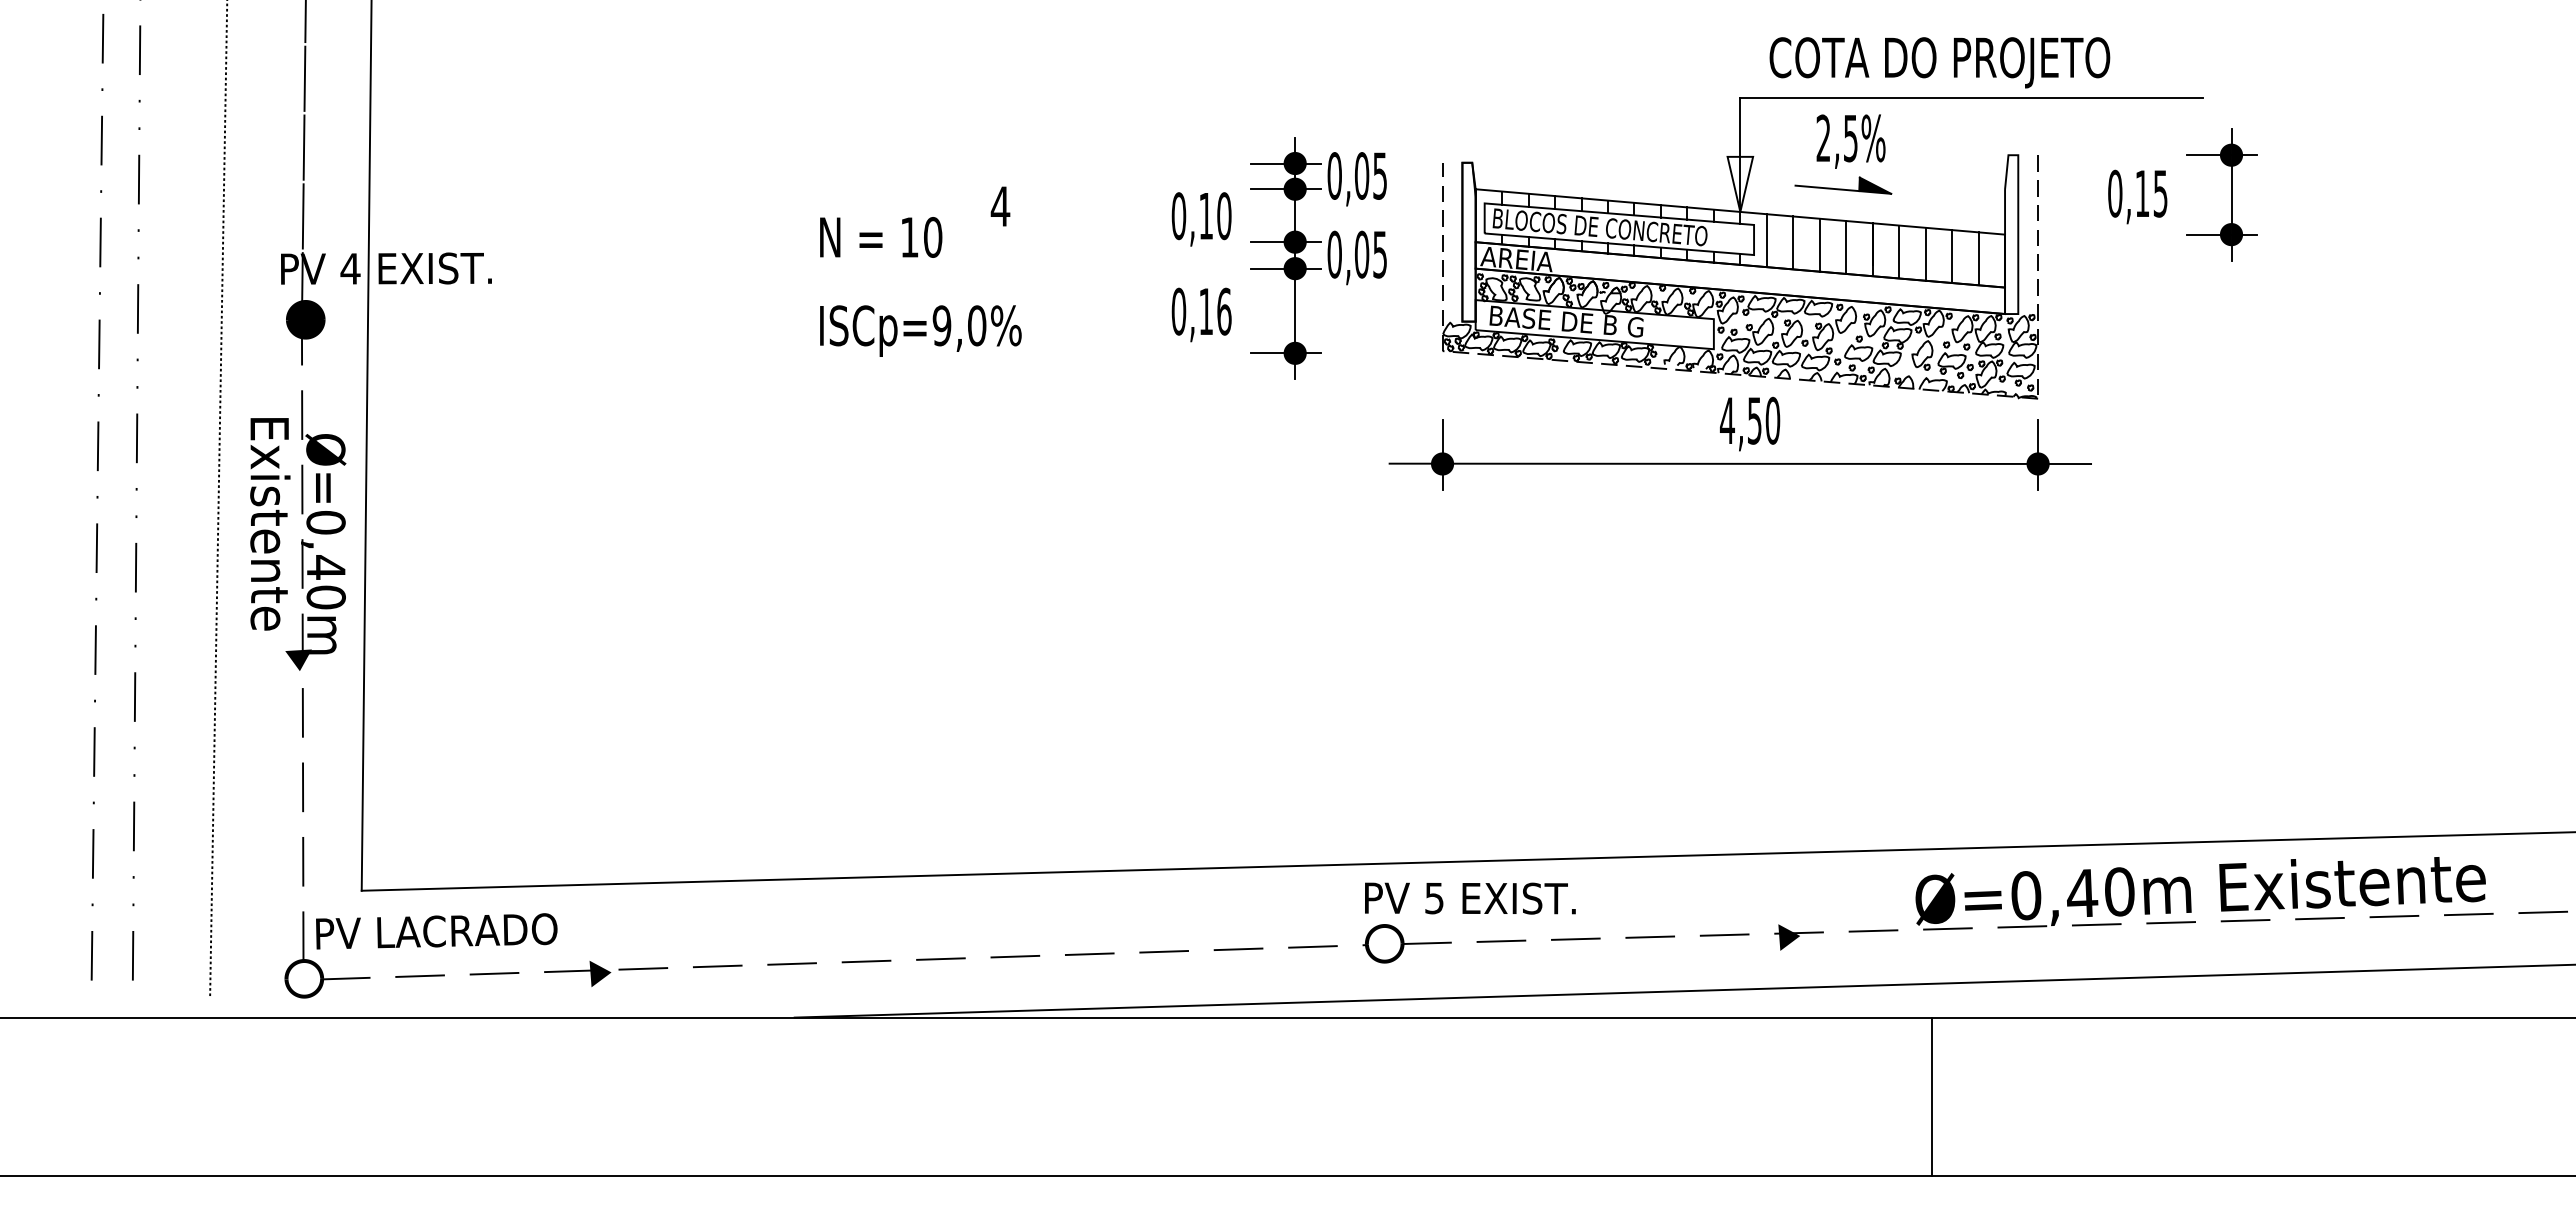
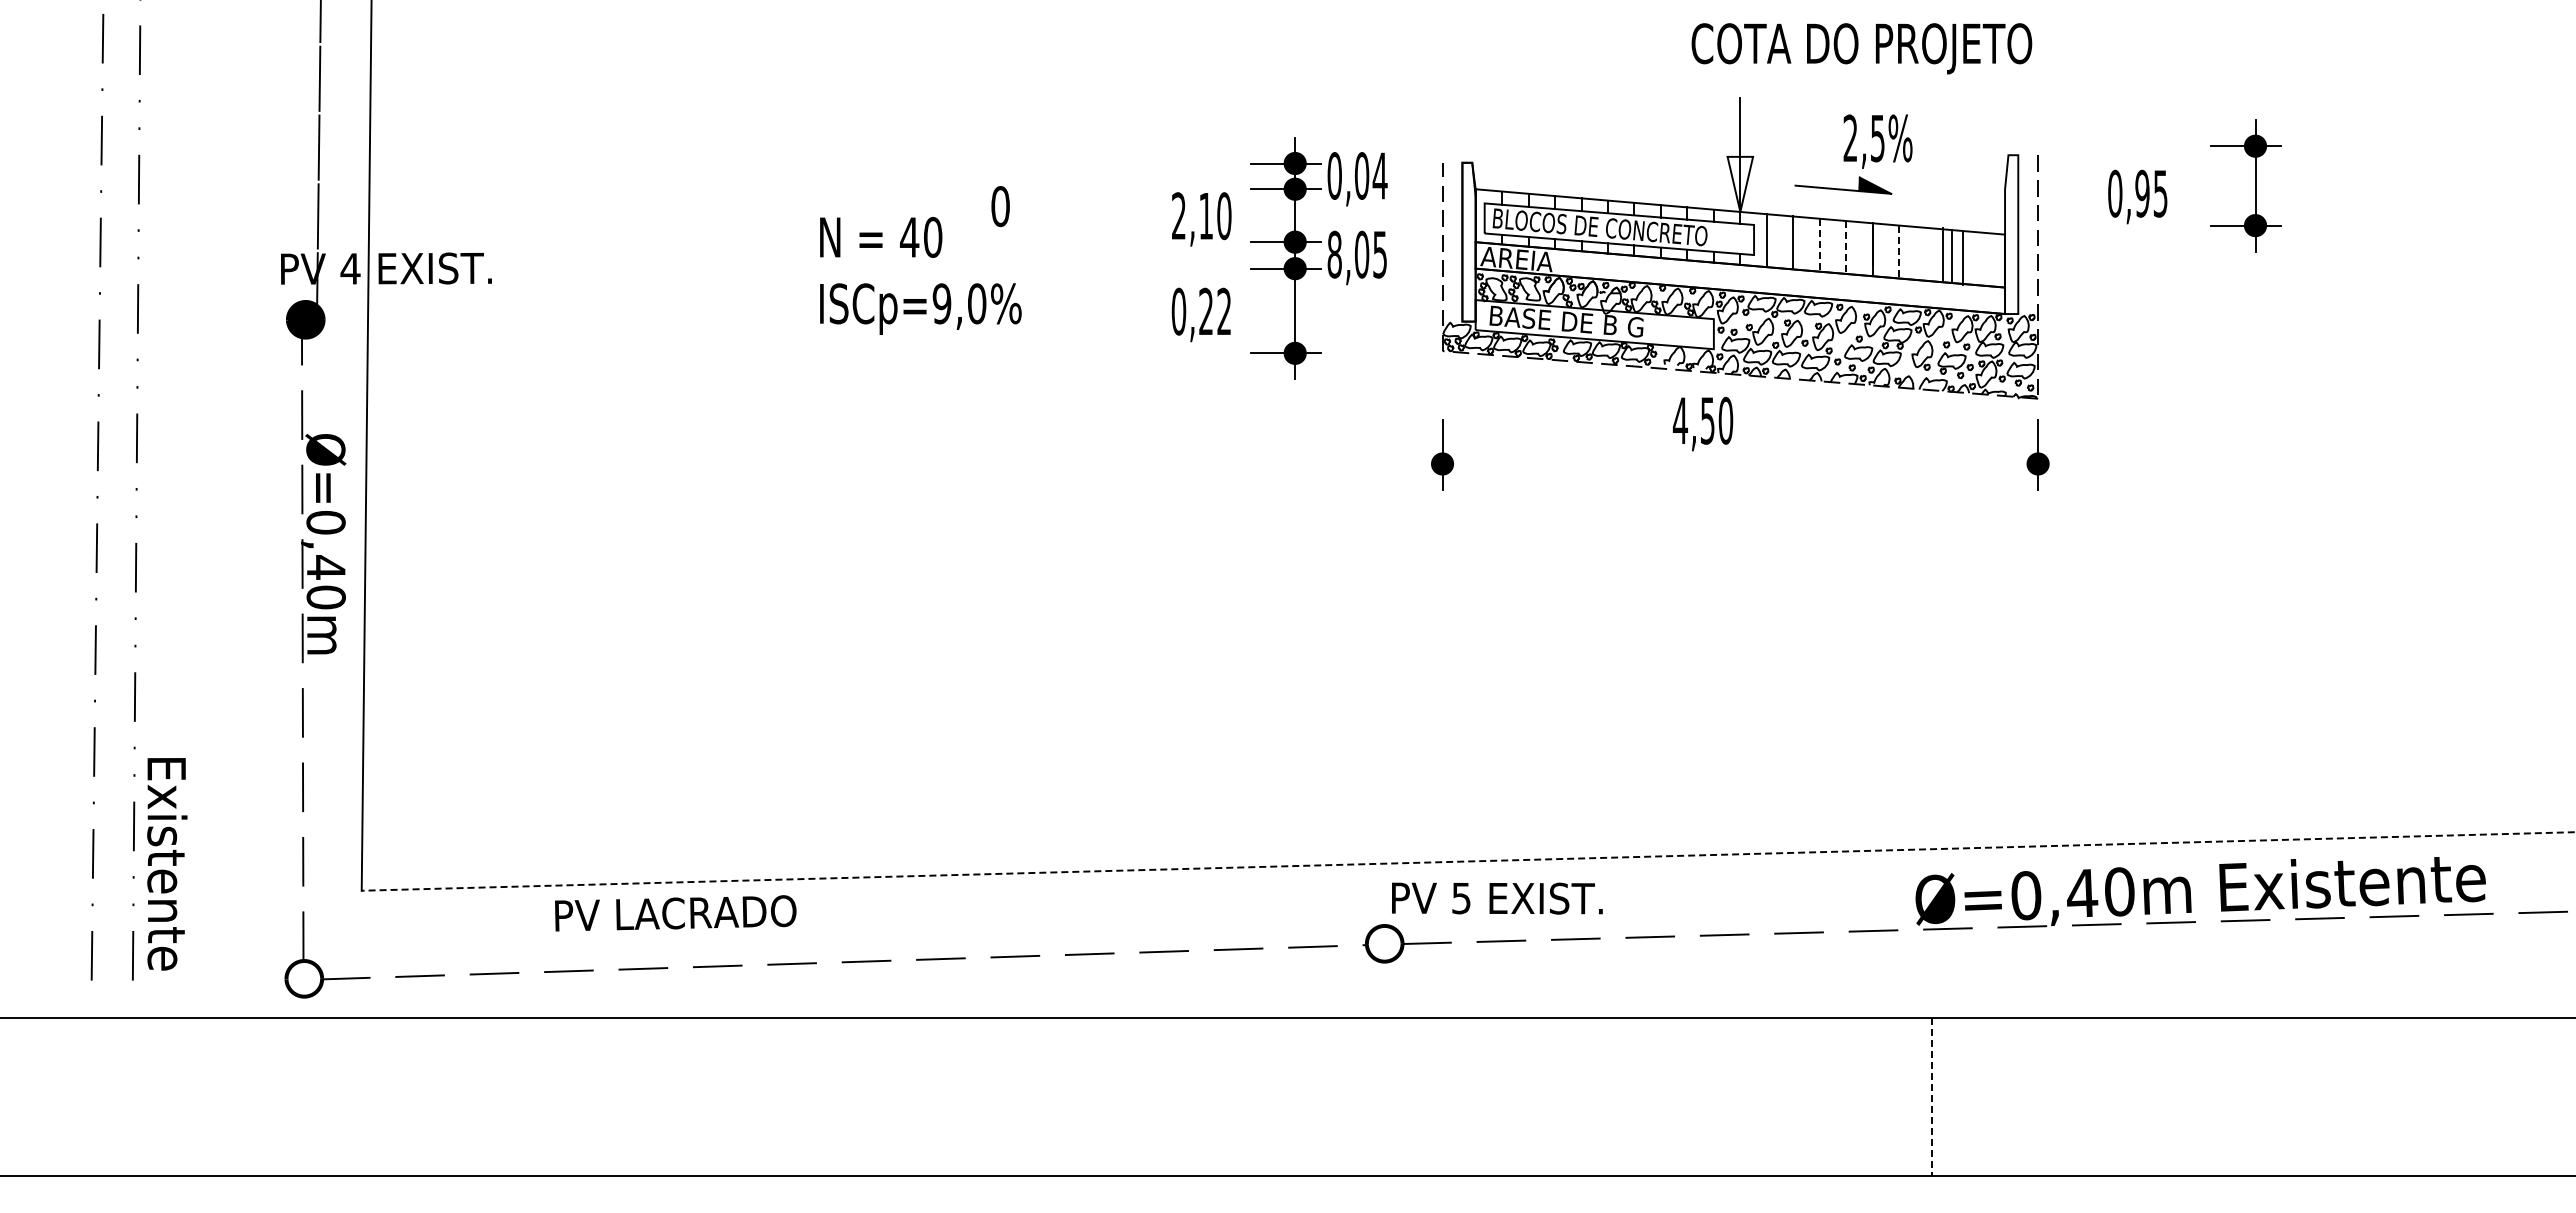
text at (1939, 62) position: (1939, 62) -> (1861, 48)
line at (1971, 97): present -> none
text at (1850, 141) position: (1850, 141) -> (1877, 141)
line at (303, 160) position: (303, 160) -> (318, 160)
text at (1379, 175): 0,05 -> 0,04
text at (2142, 193): 0,15 -> 0,95
part at (2231, 194) position: (2231, 194) -> (2255, 185)
text at (1000, 206): 4 -> 0
text at (1178, 216): 0,10 -> 2,10
text at (909, 237): 10 -> 40
line at (1819, 245): solid -> dashed
line at (1846, 248): solid -> dashed
line at (1899, 252): solid -> dashed
line at (1925, 253) position: (1925, 253) -> (1942, 253)
text at (1334, 254): 0,05 -> 8,05
line at (1978, 258) position: (1978, 258) -> (1962, 258)
text at (1215, 311): 0,16 -> 0,22
text at (920, 330) position: (920, 330) -> (920, 308)
text at (1750, 423) position: (1750, 423) -> (1703, 423)
line at (1740, 463): present -> none
line at (218, 499): present -> none
text at (270, 524) position: (270, 524) -> (167, 864)
fill at (298, 660): present -> none
line at (1468, 861): solid -> dashed
text at (1470, 898) position: (1470, 898) -> (1497, 898)
text at (436, 931) position: (436, 931) -> (675, 913)
fill at (1789, 937): present -> none
fill at (600, 973): present -> none
line at (1683, 990): present -> none
line at (1932, 1097): solid -> dashed
